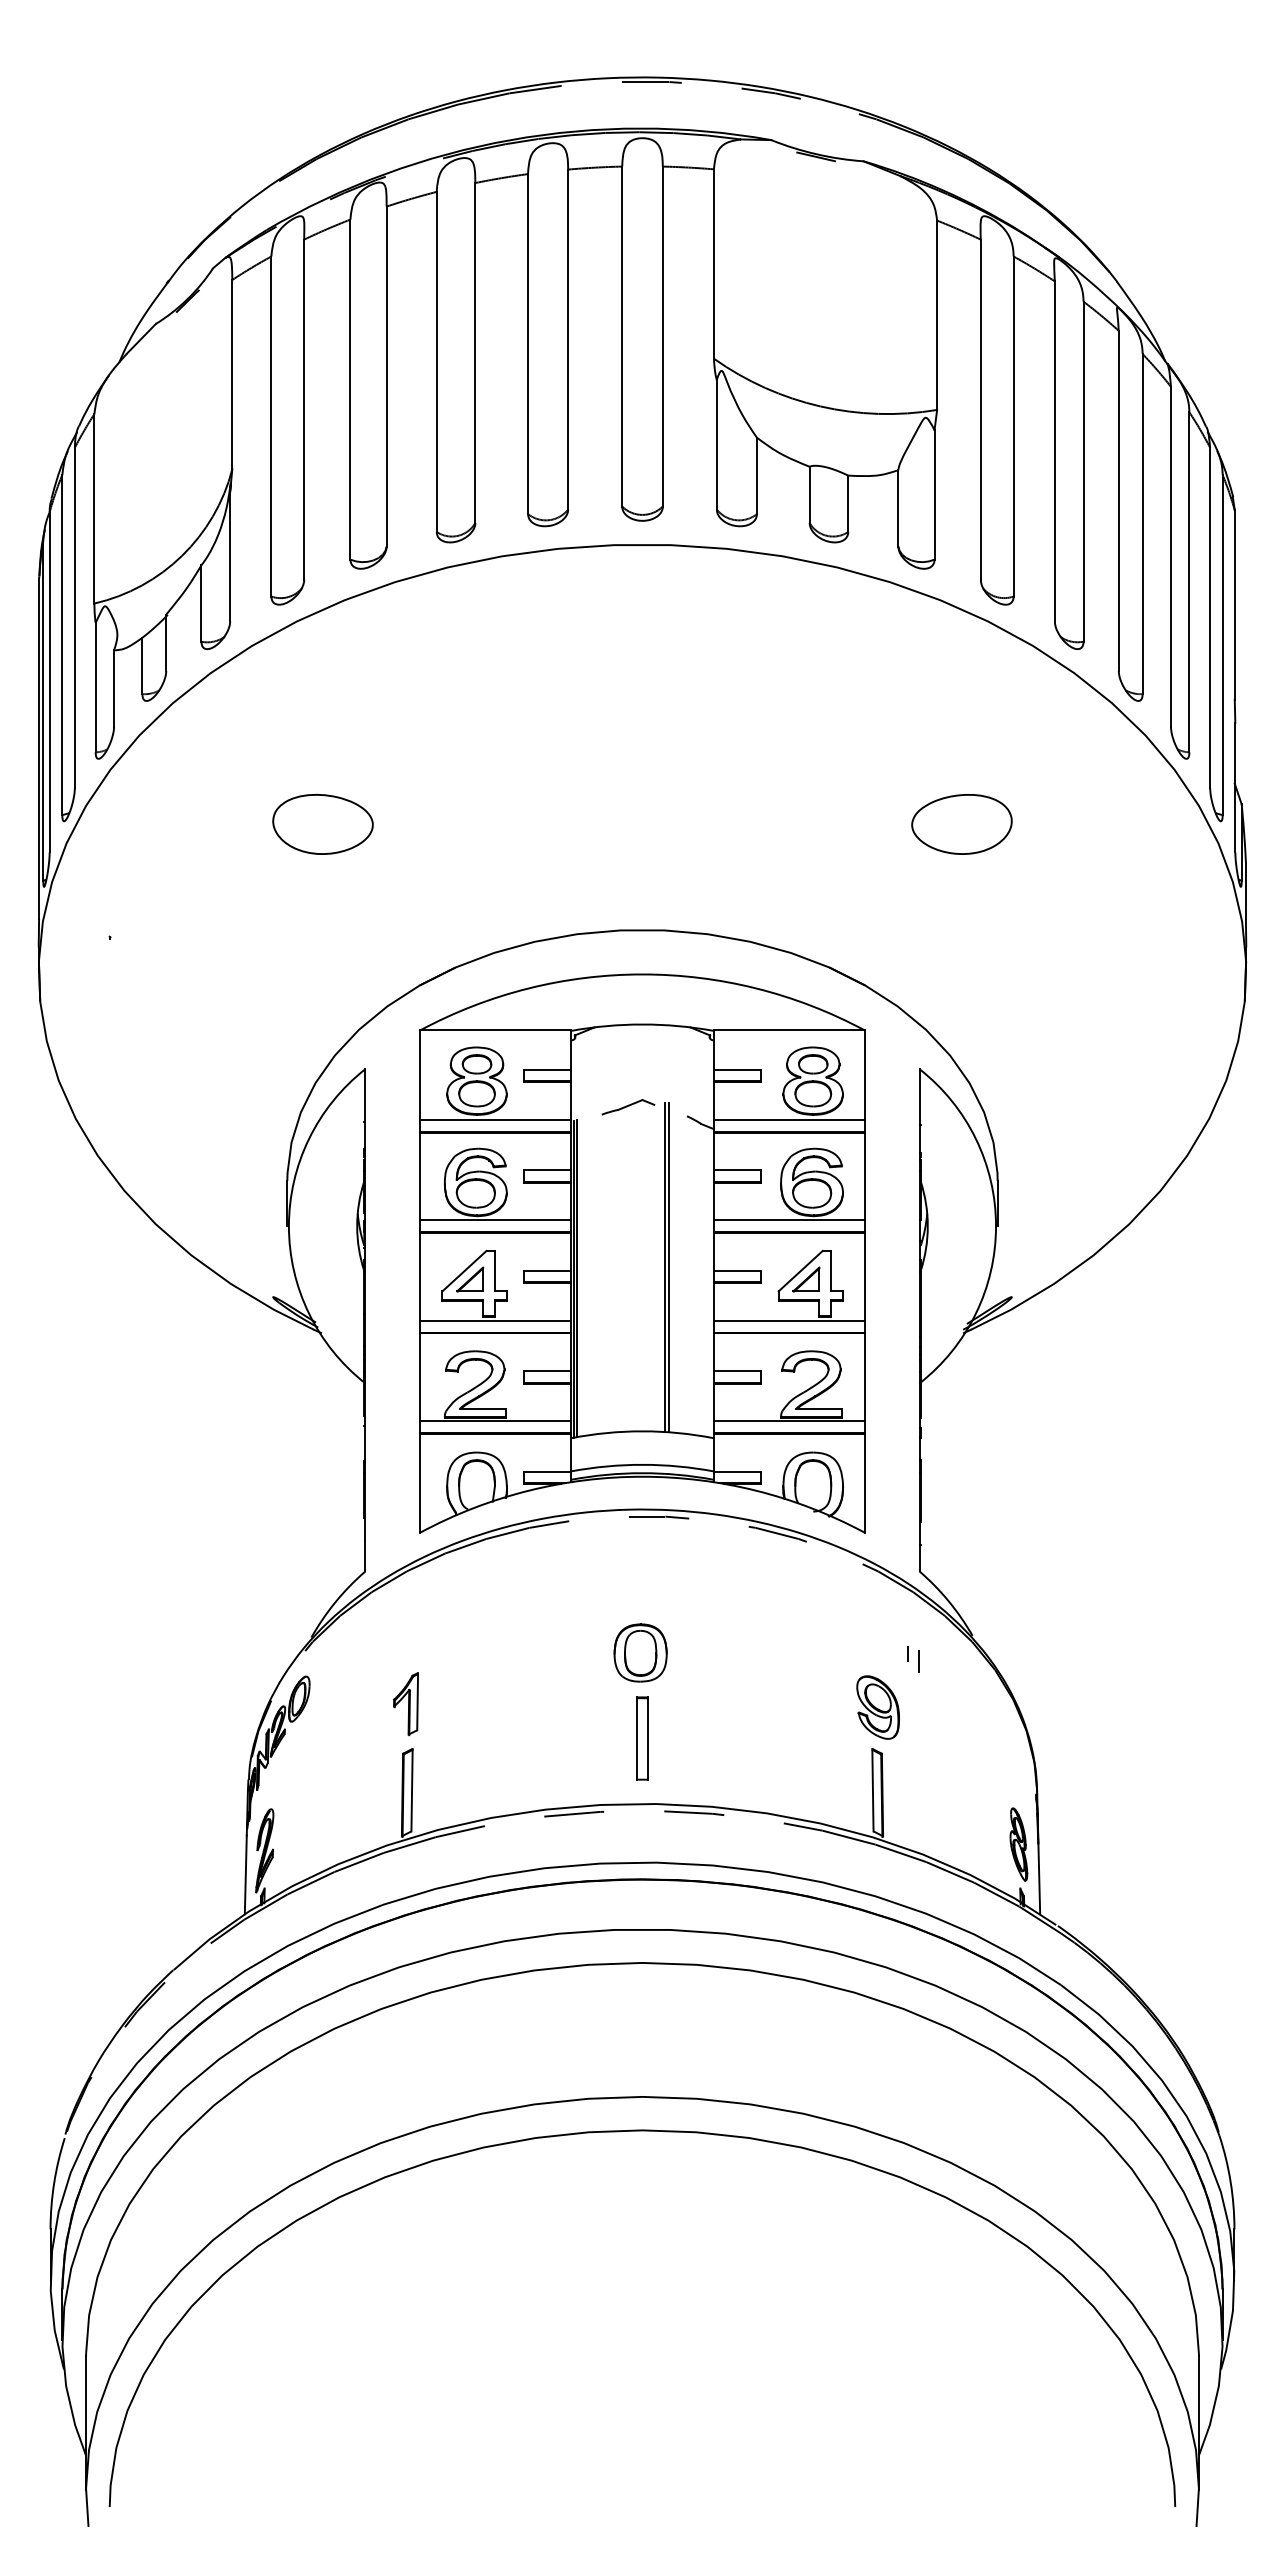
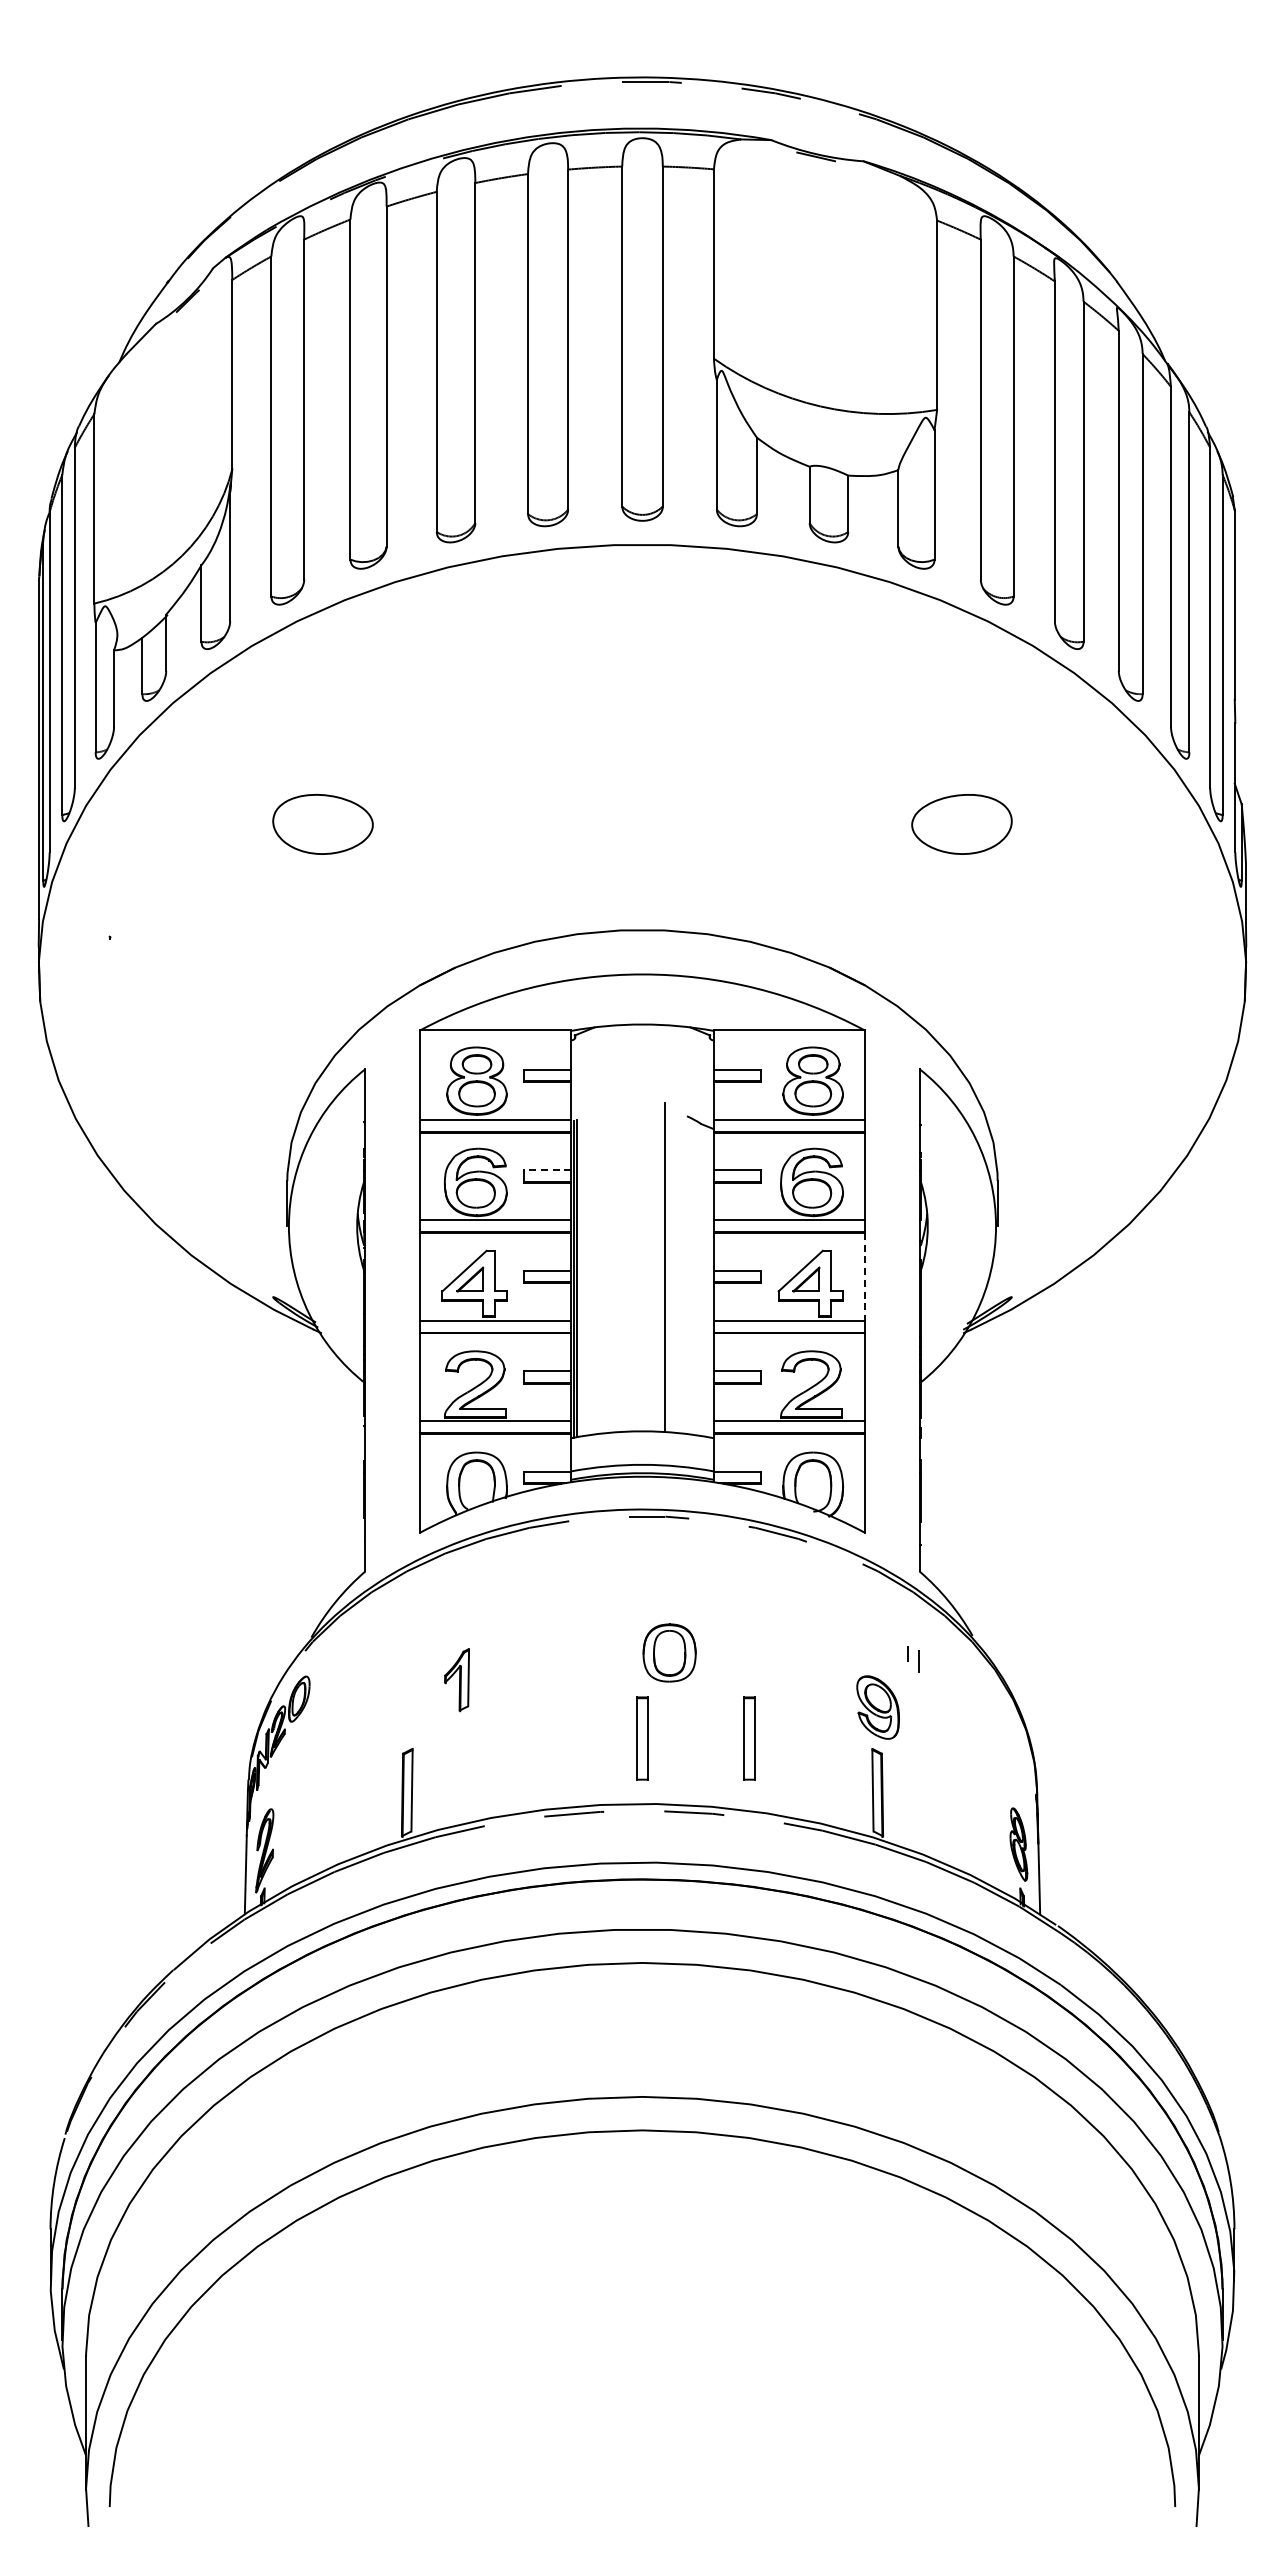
part at (628, 1107): present -> none
line at (547, 1170): solid -> dashed
line at (668, 1267): present -> none
line at (864, 1276): solid -> dashed
part at (640, 1652) position: (640, 1652) -> (669, 1652)
part at (405, 1704) position: (405, 1704) -> (456, 1680)
part at (749, 1738): none -> present
